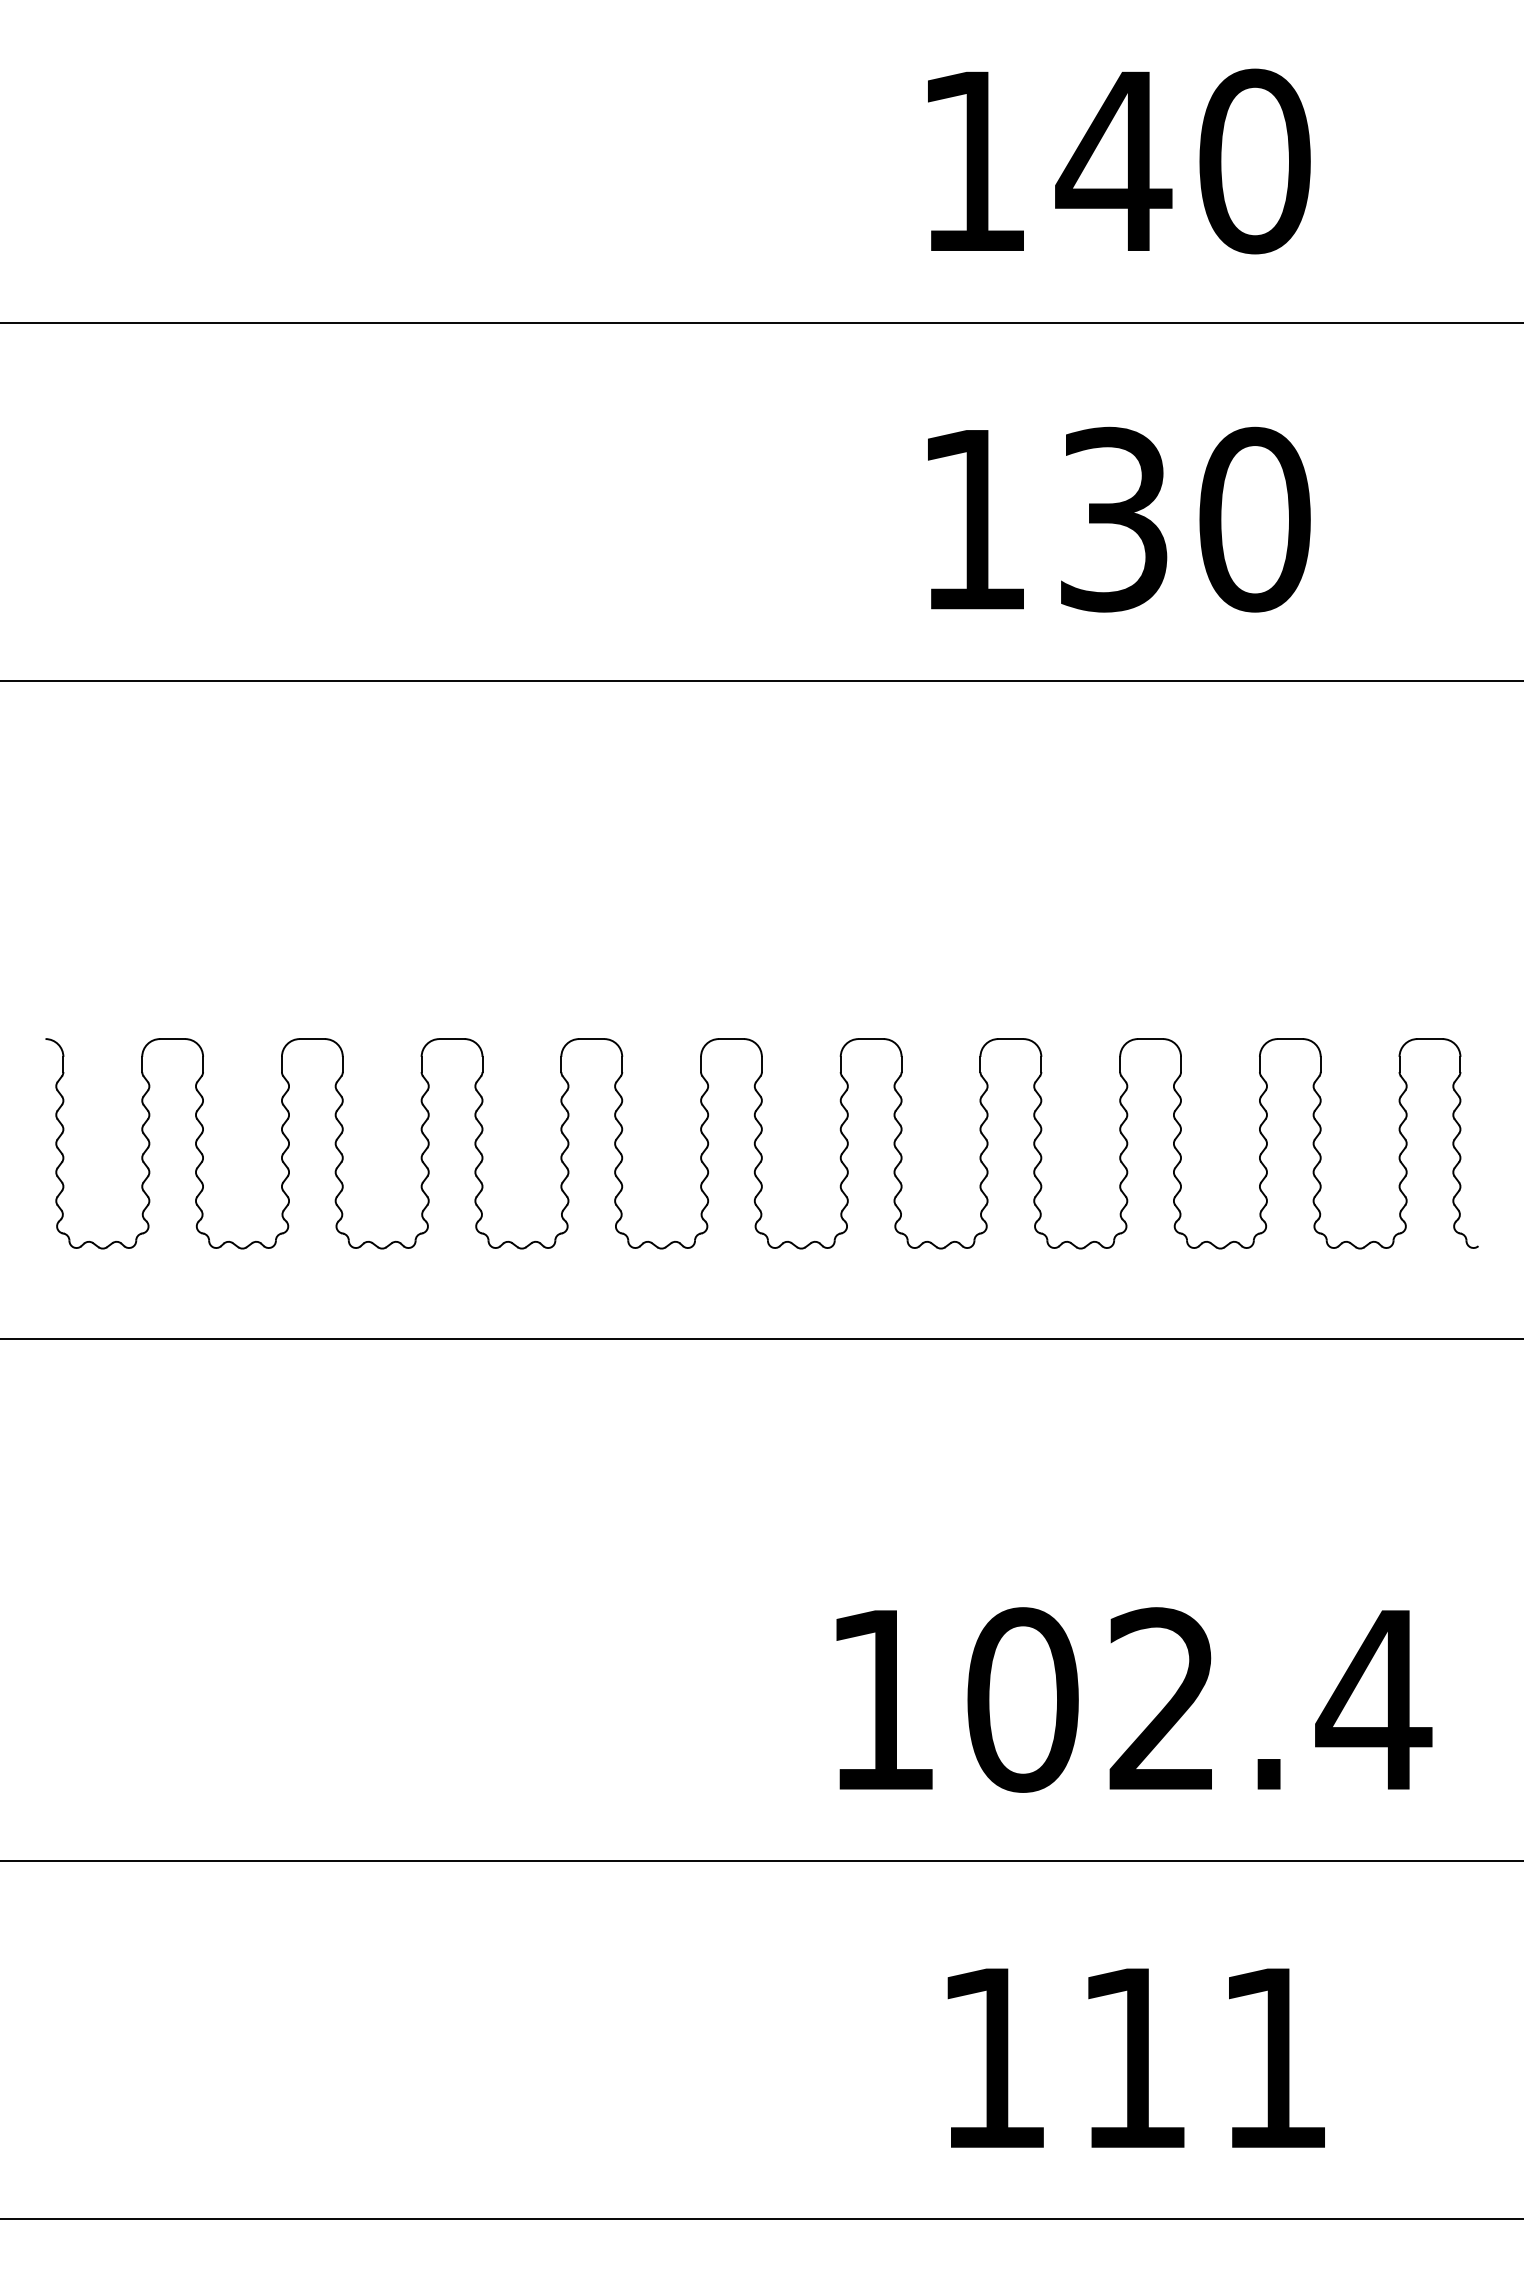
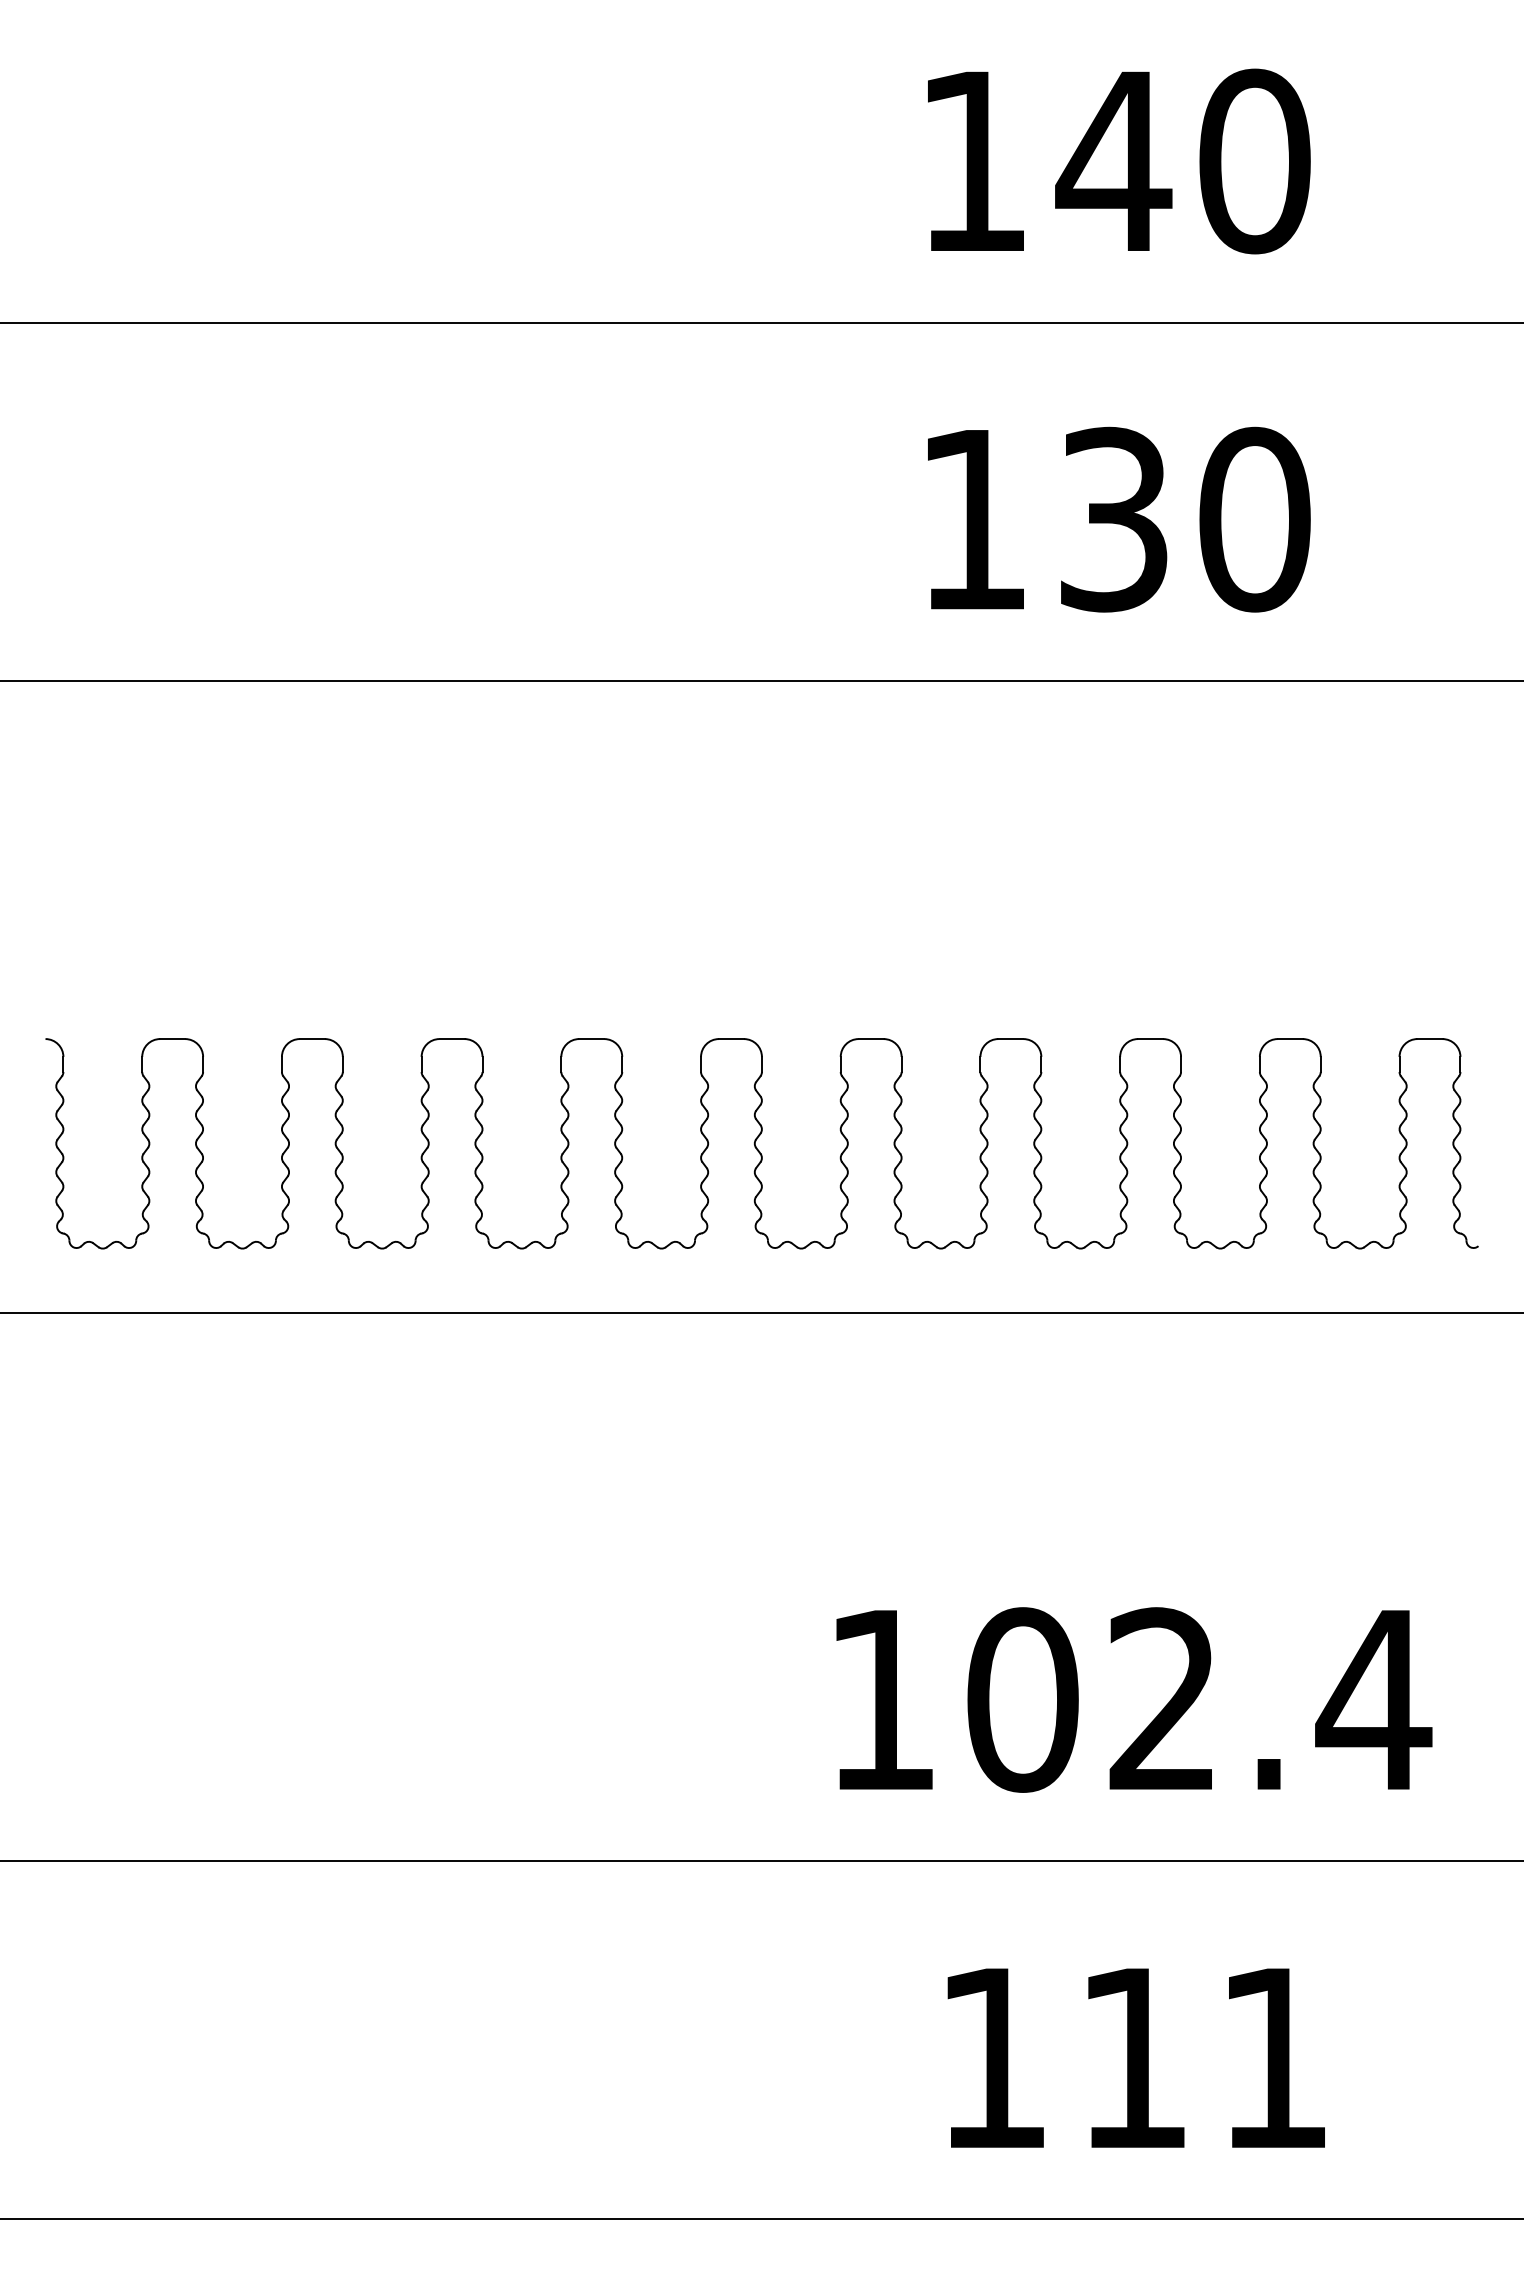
line at (761, 1339) position: (761, 1339) -> (761, 1313)
